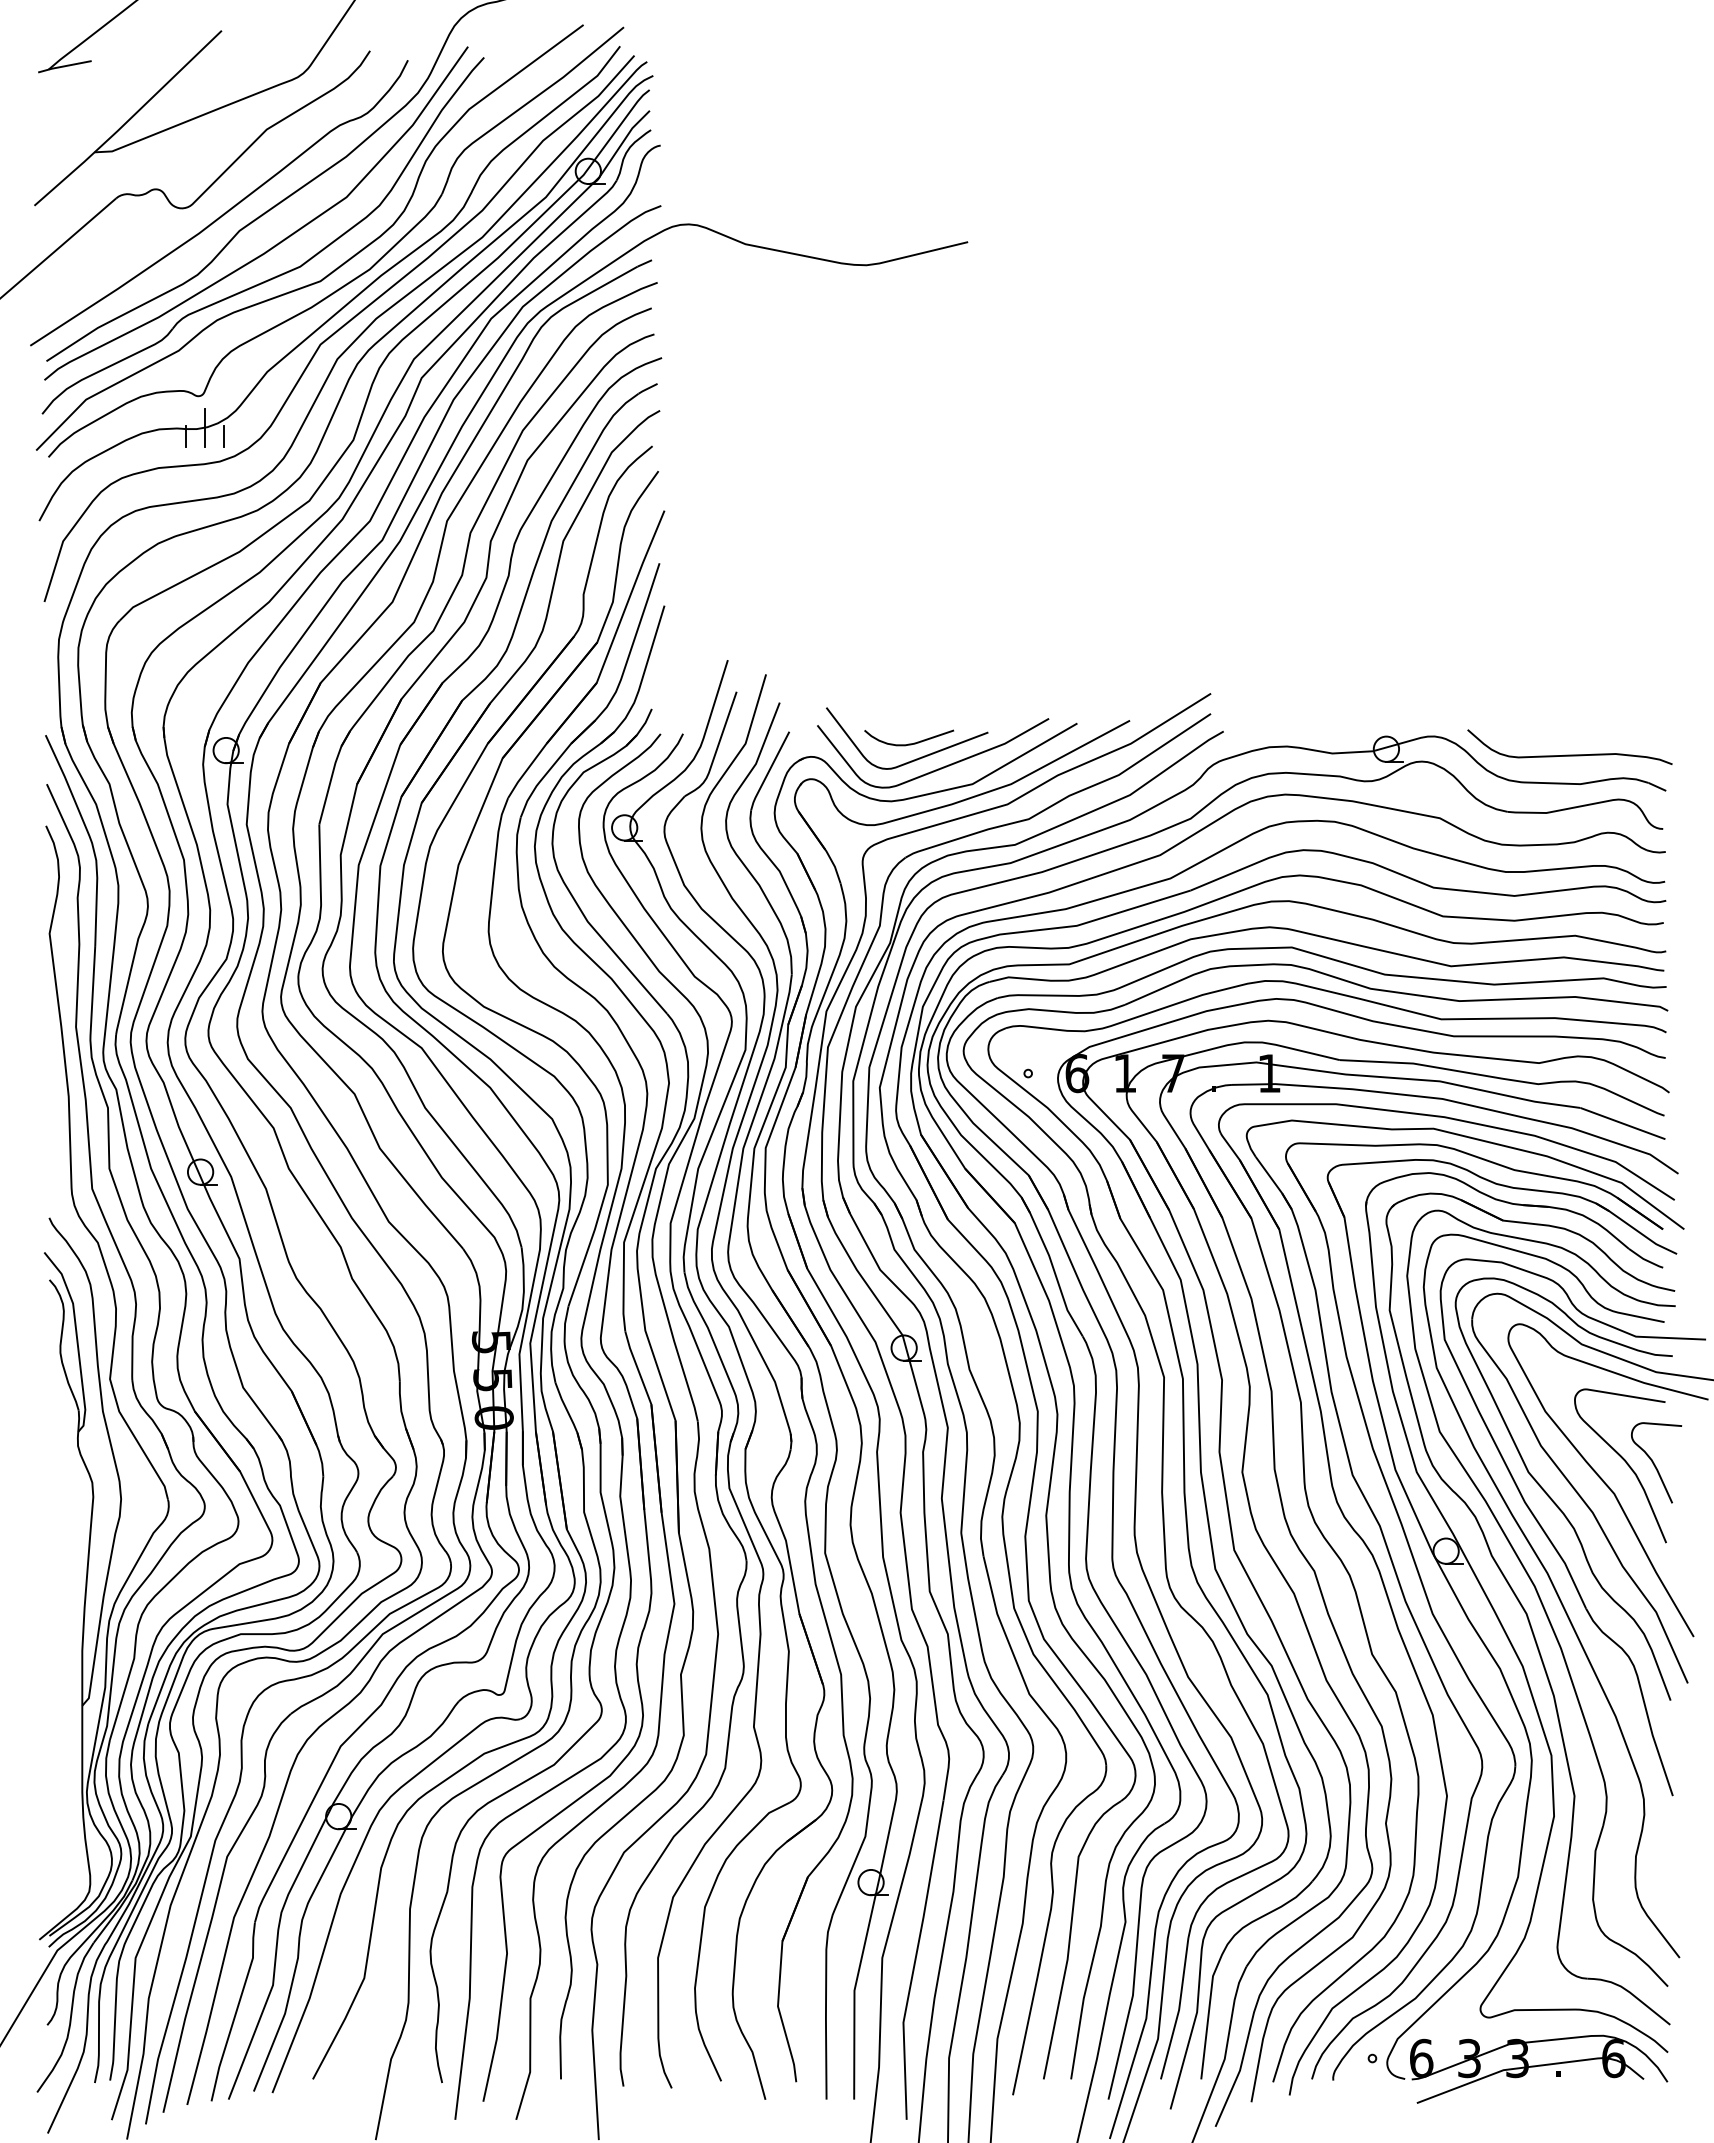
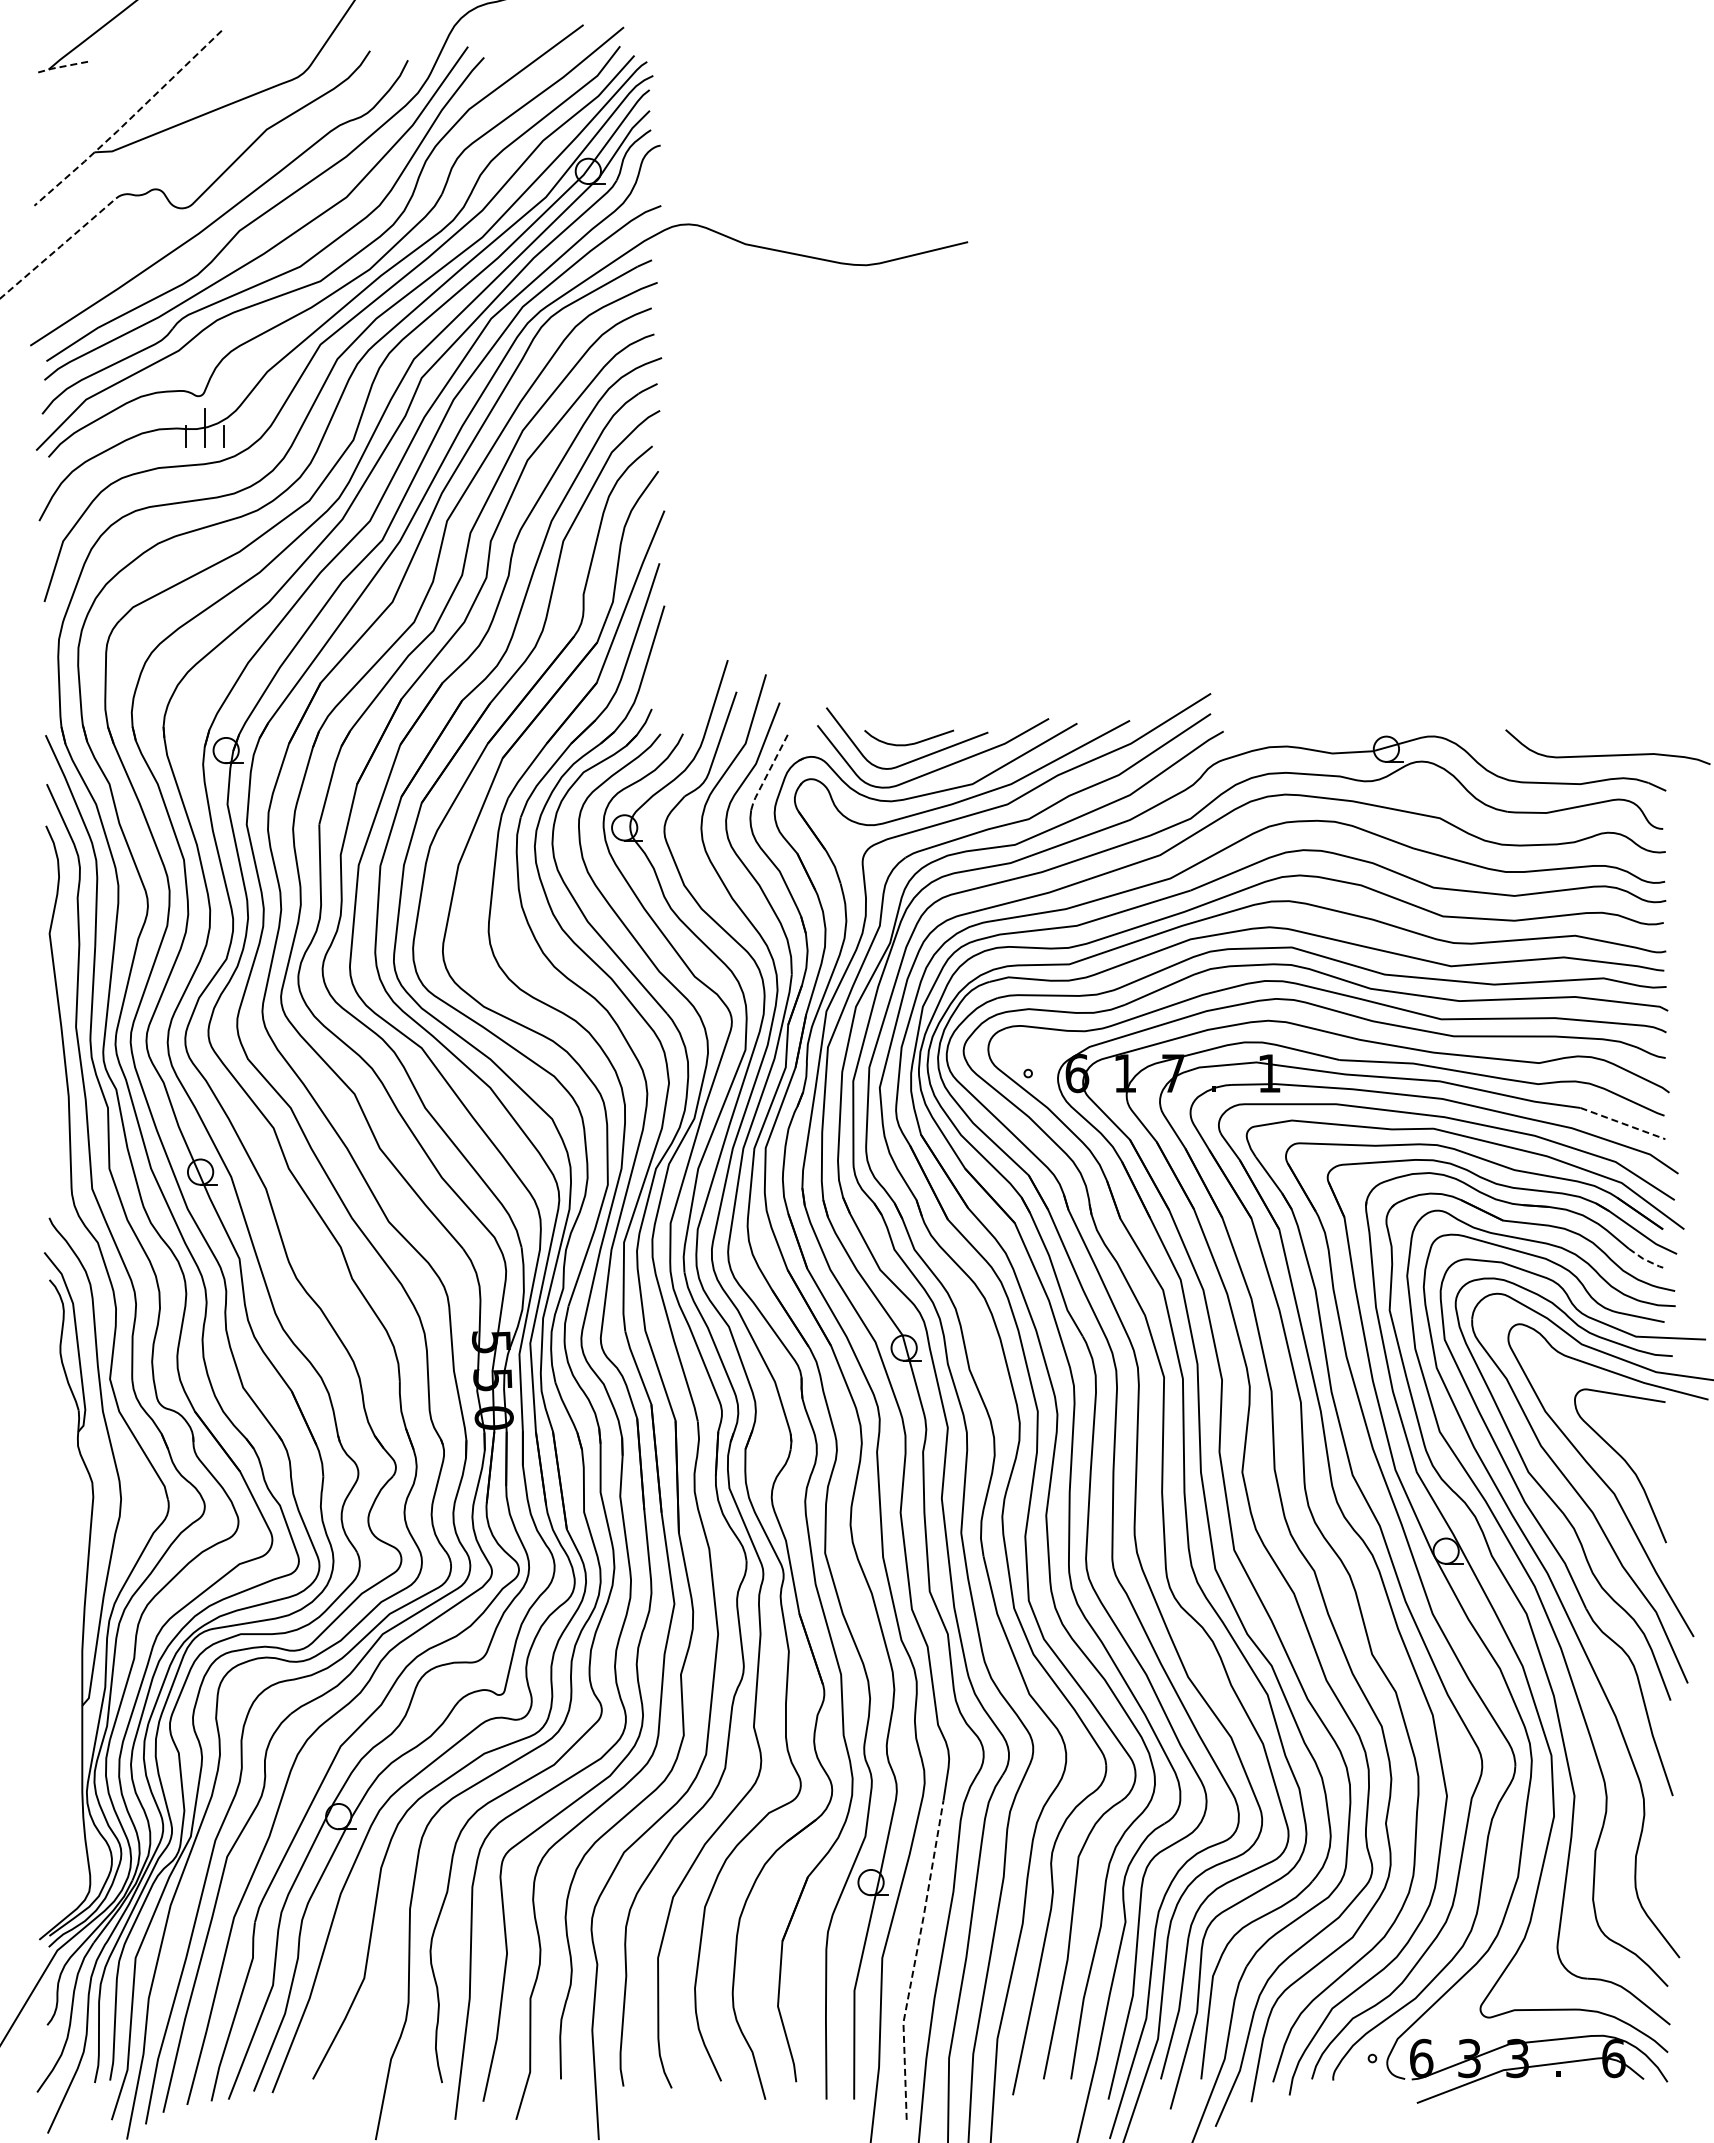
line at (64, 66): solid -> dashed
line at (128, 120): solid -> dashed
line at (58, 248): solid -> dashed
curve at (1569, 754) position: (1569, 754) -> (1607, 754)
line at (768, 772): solid -> dashed
line at (1623, 1123): solid -> dashed
line at (1646, 1260): solid -> dashed
curve at (1654, 1462): present -> none
line at (915, 1959): solid -> dashed
